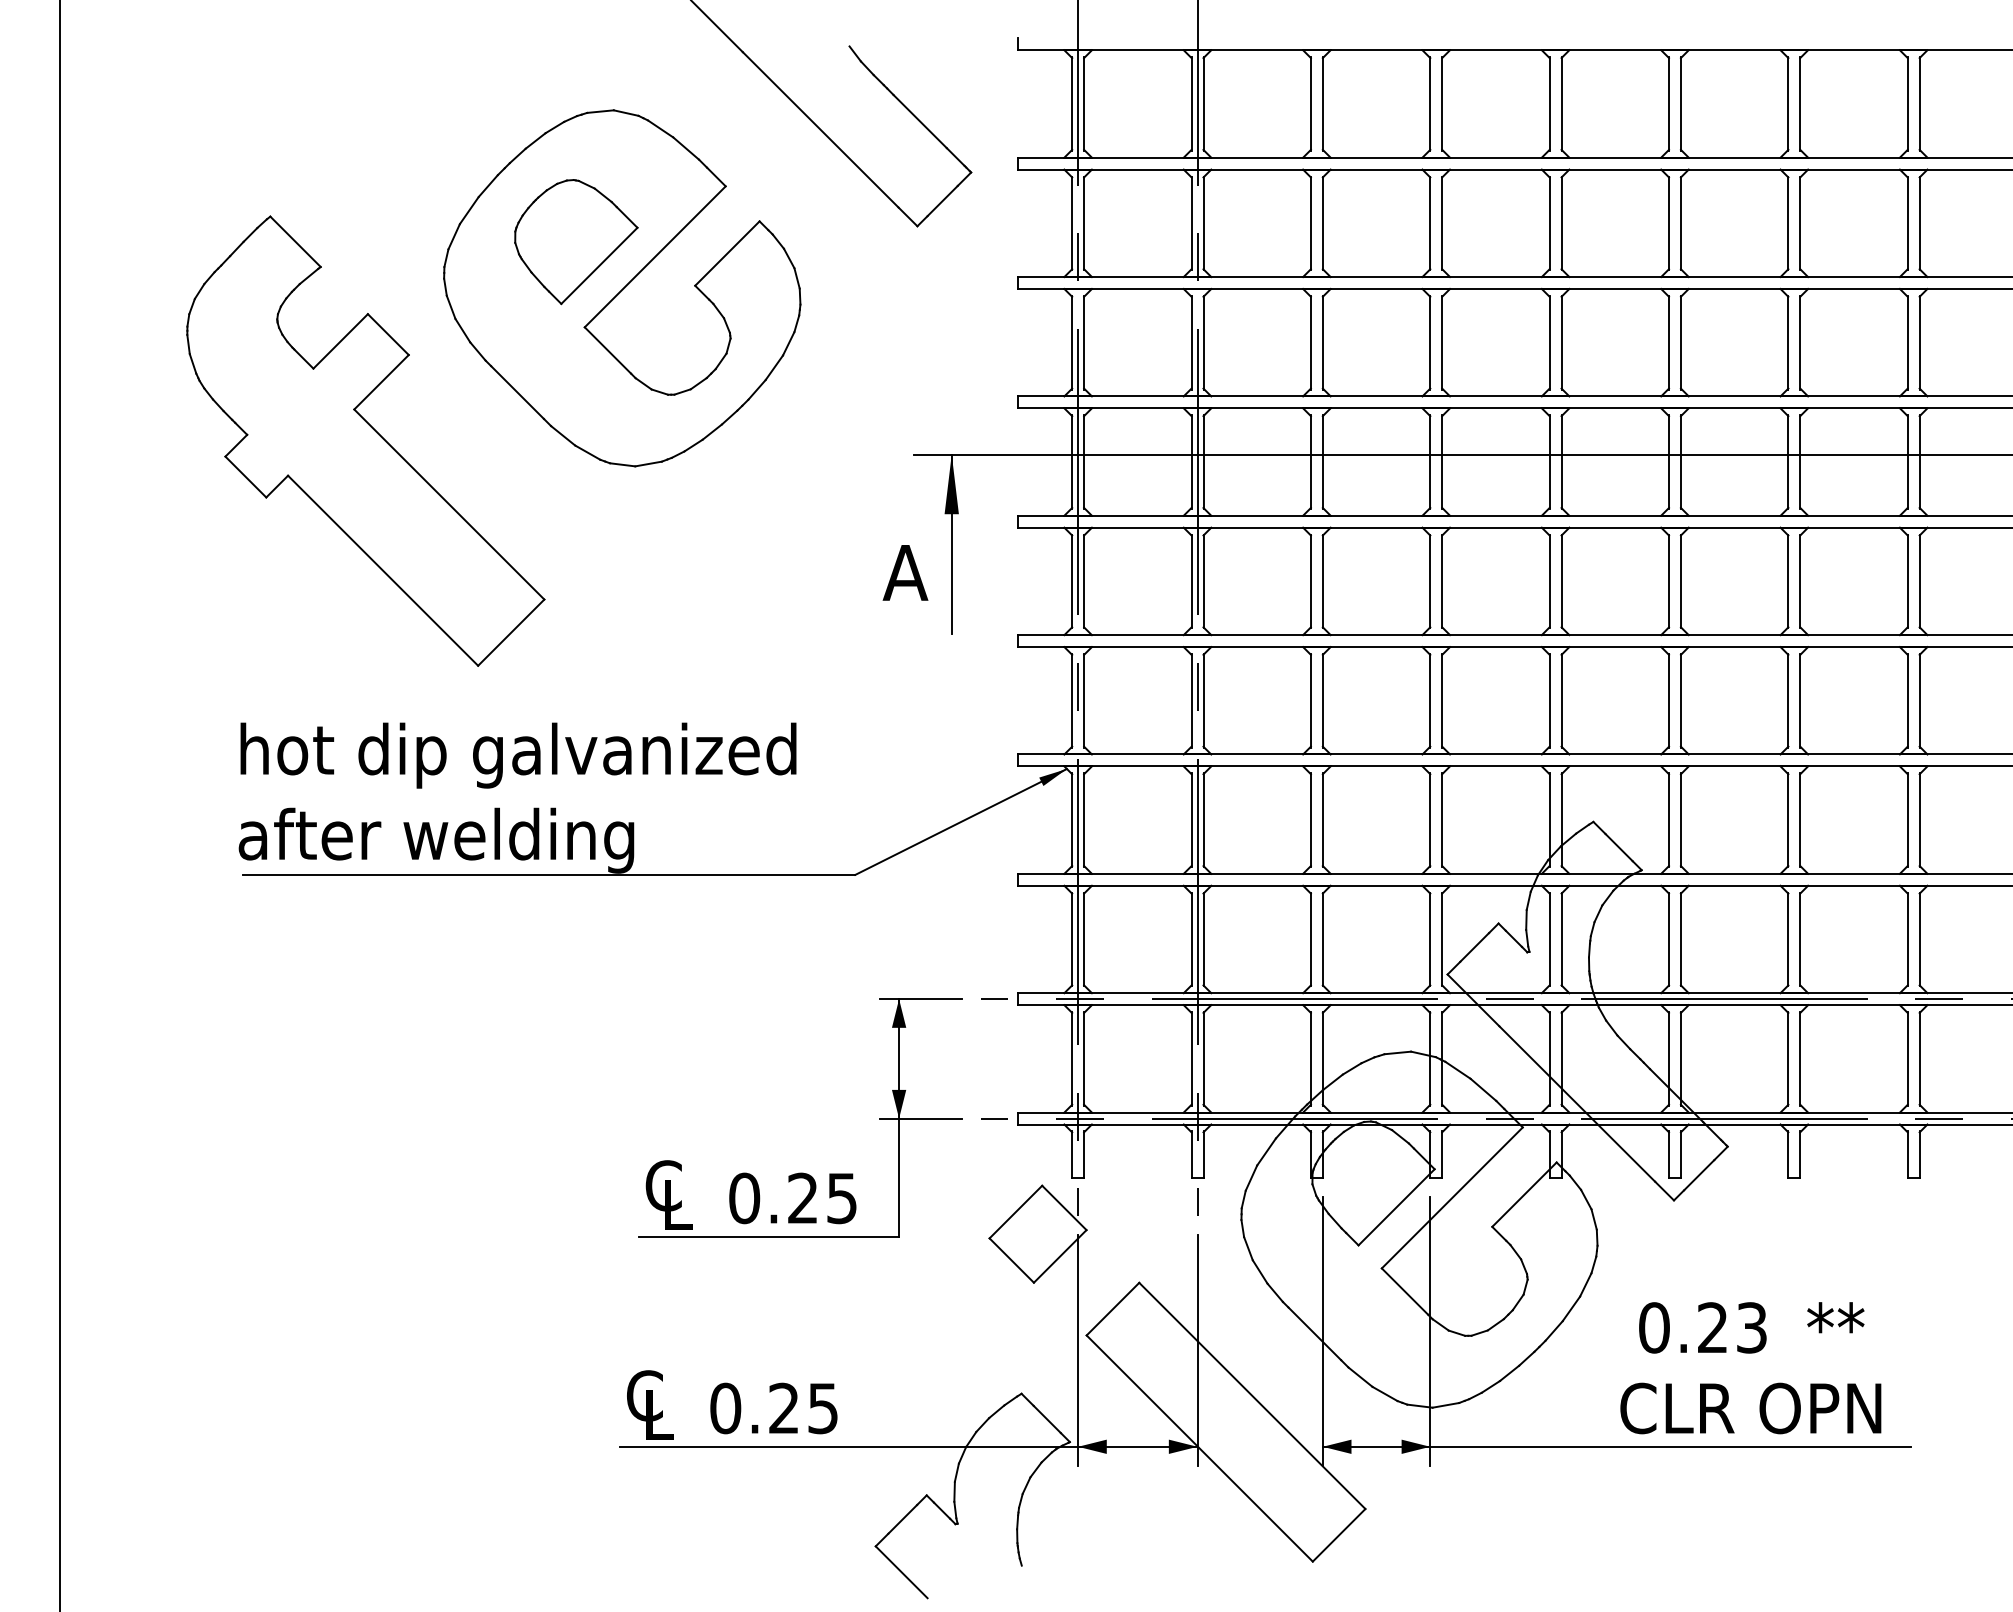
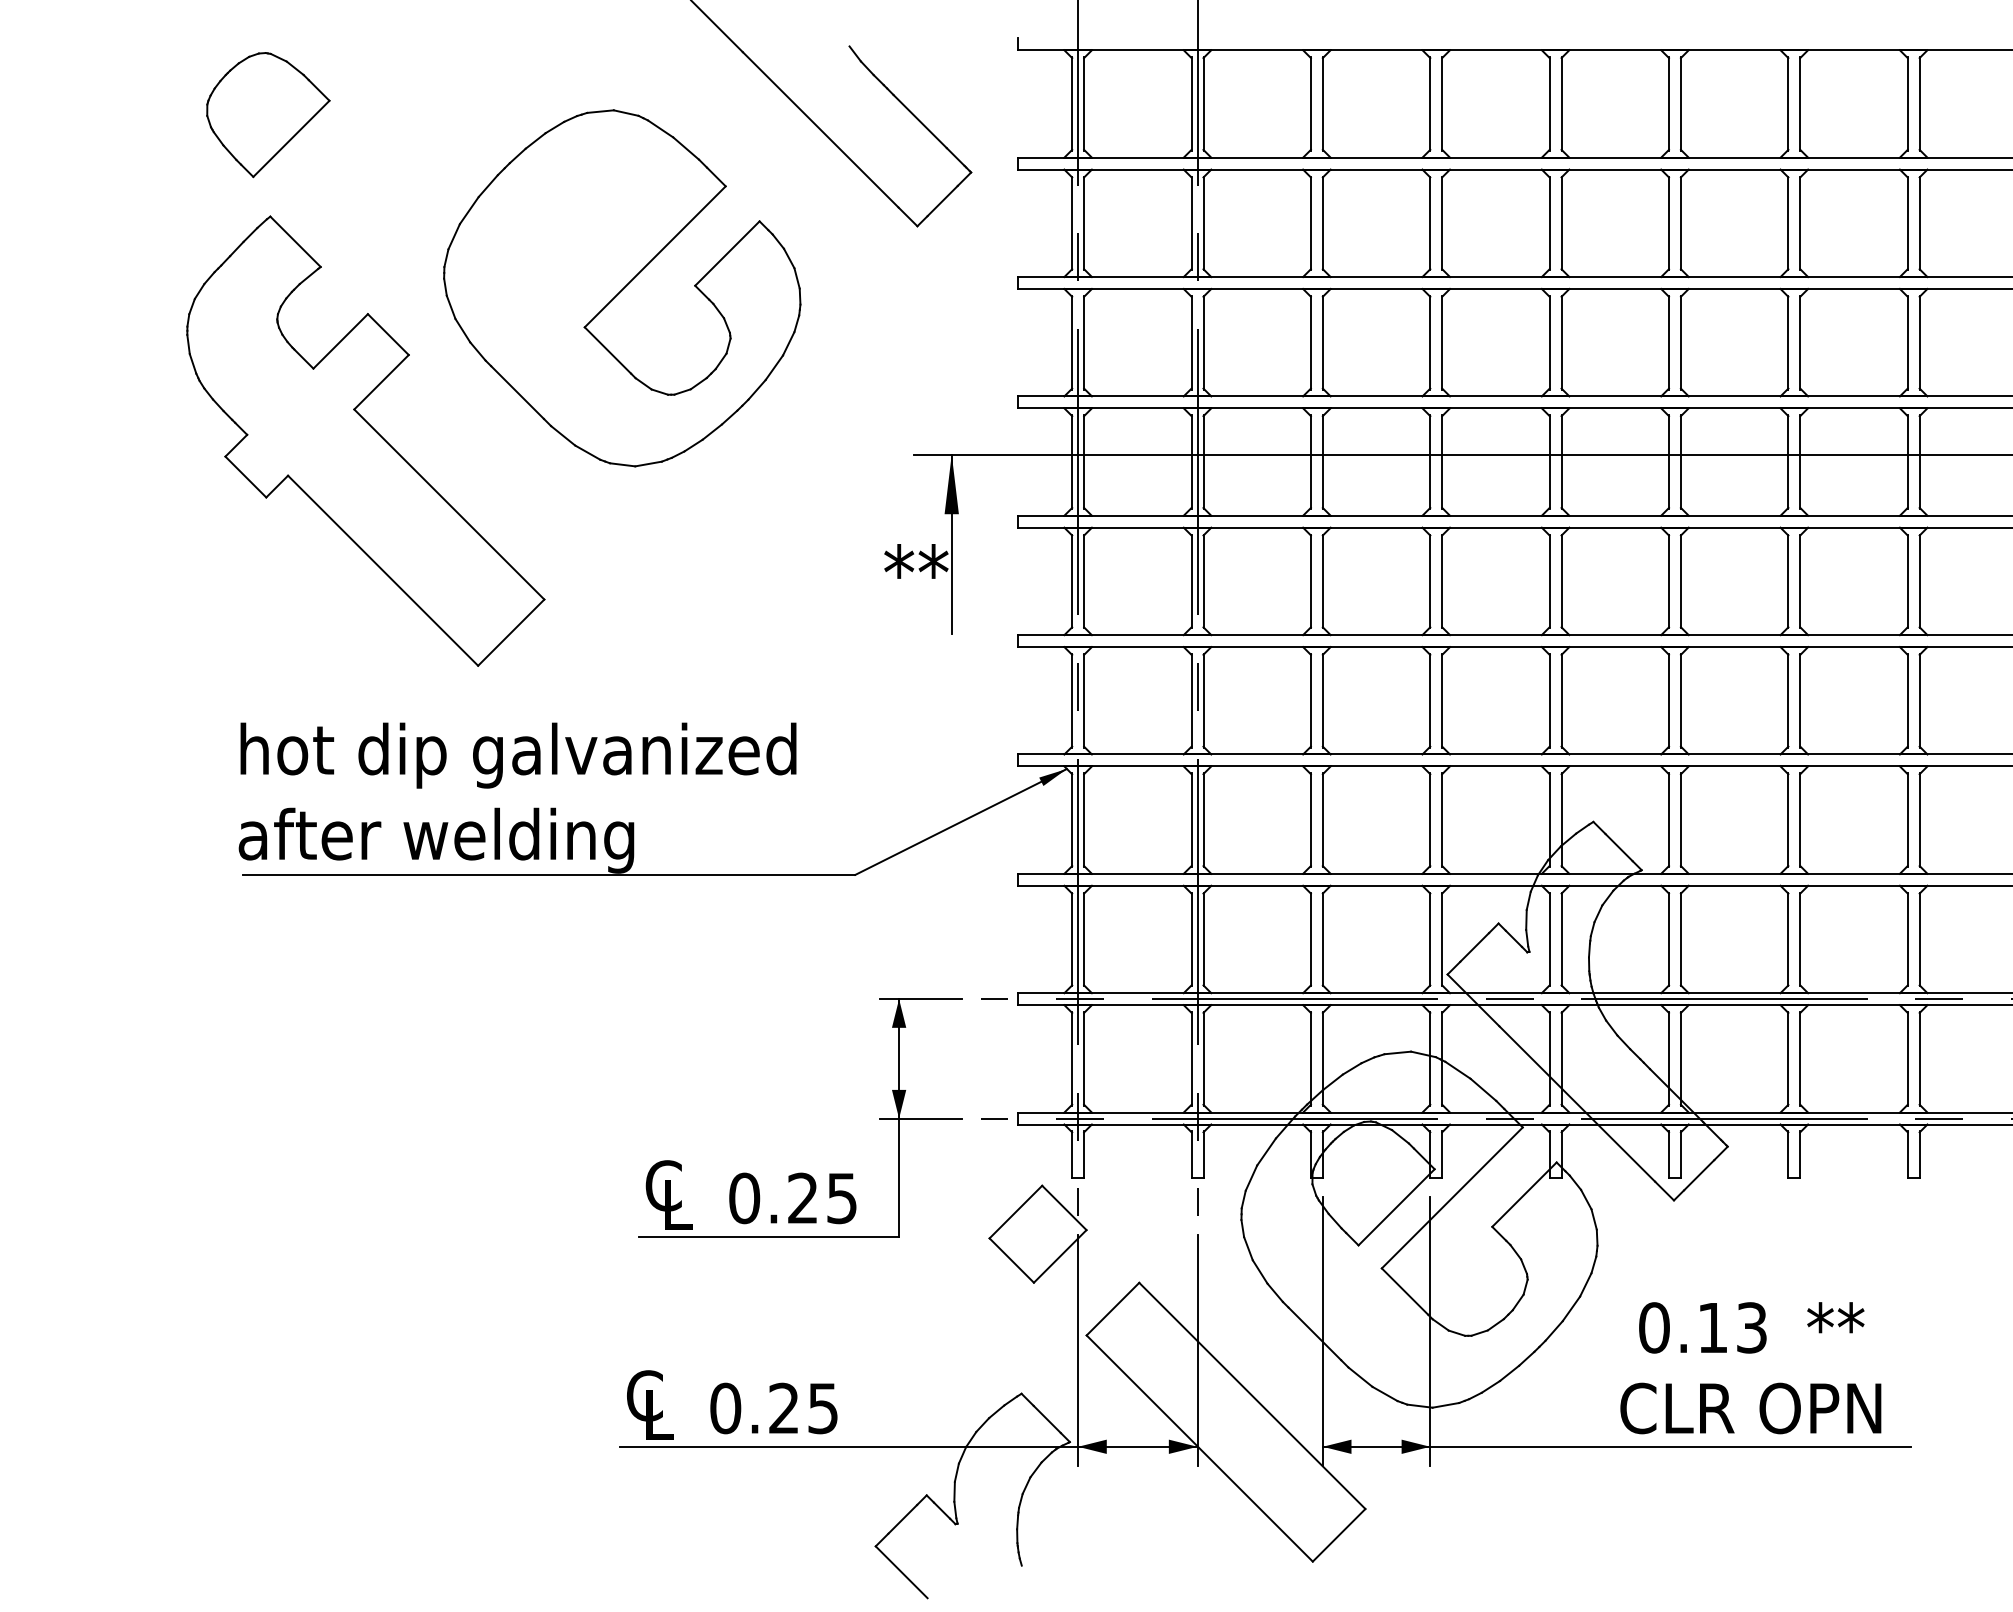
part at (576, 242) position: (576, 242) -> (268, 115)
text at (915, 572): A -> **
line at (60, 805): present -> none
text at (1712, 1327): 0.23 -> 0.13
